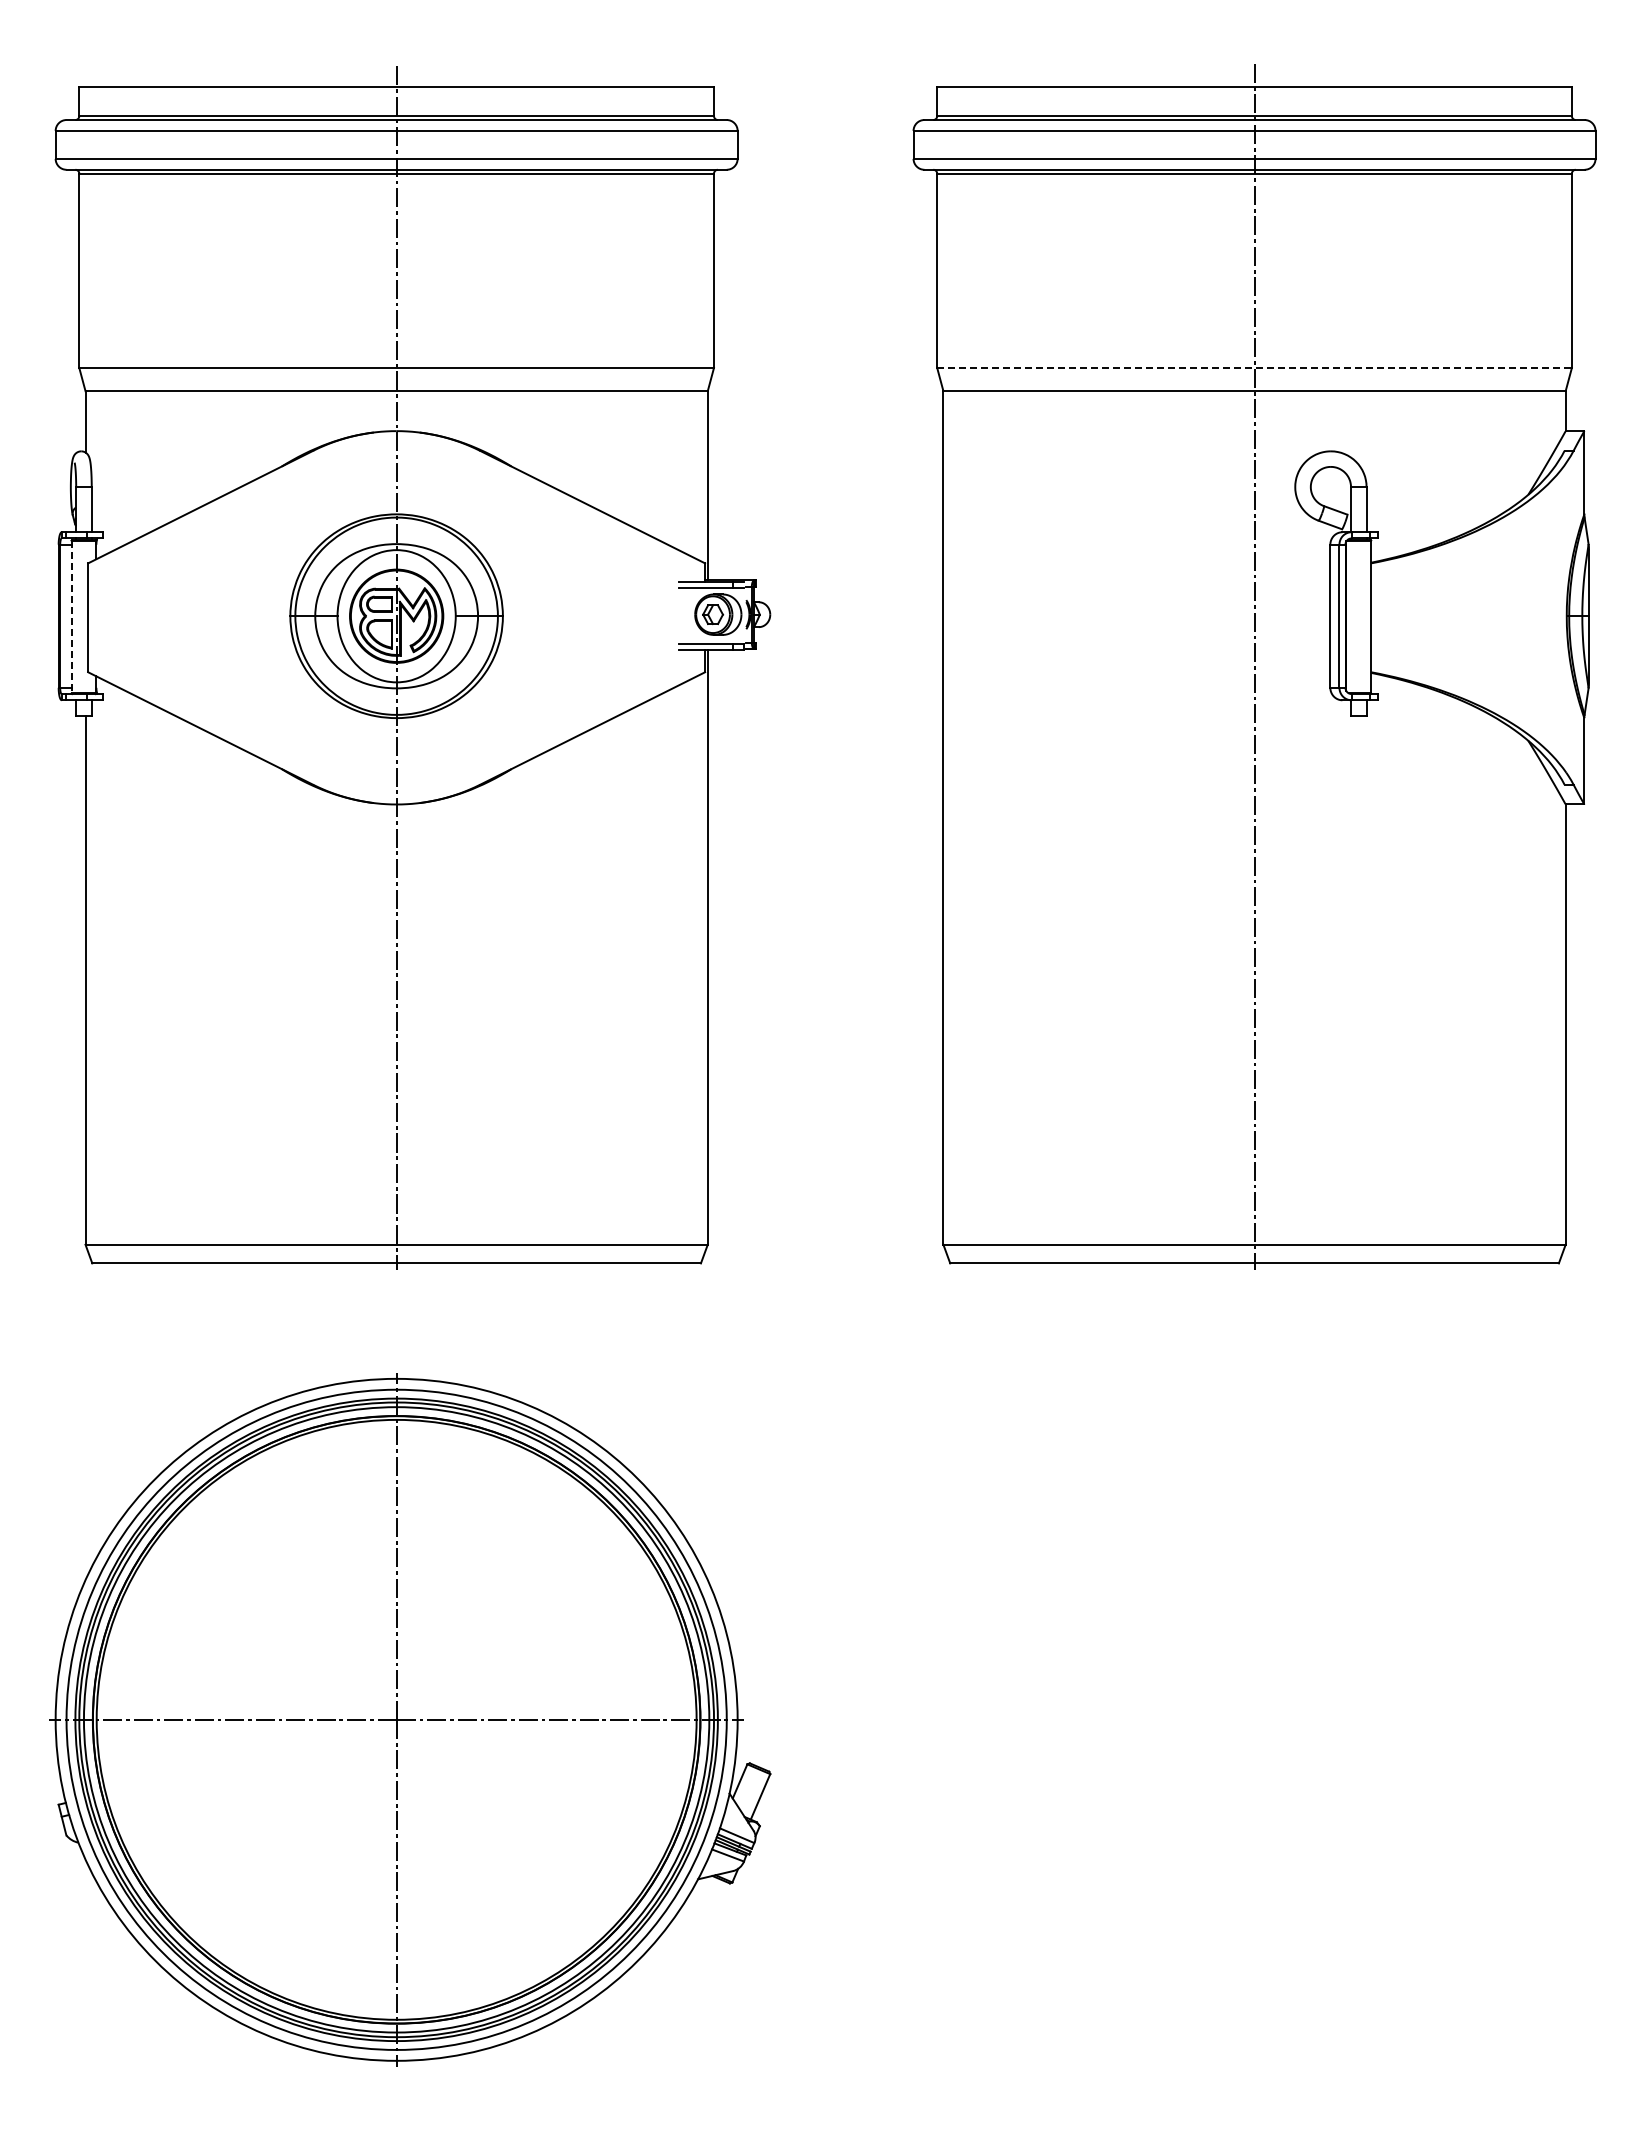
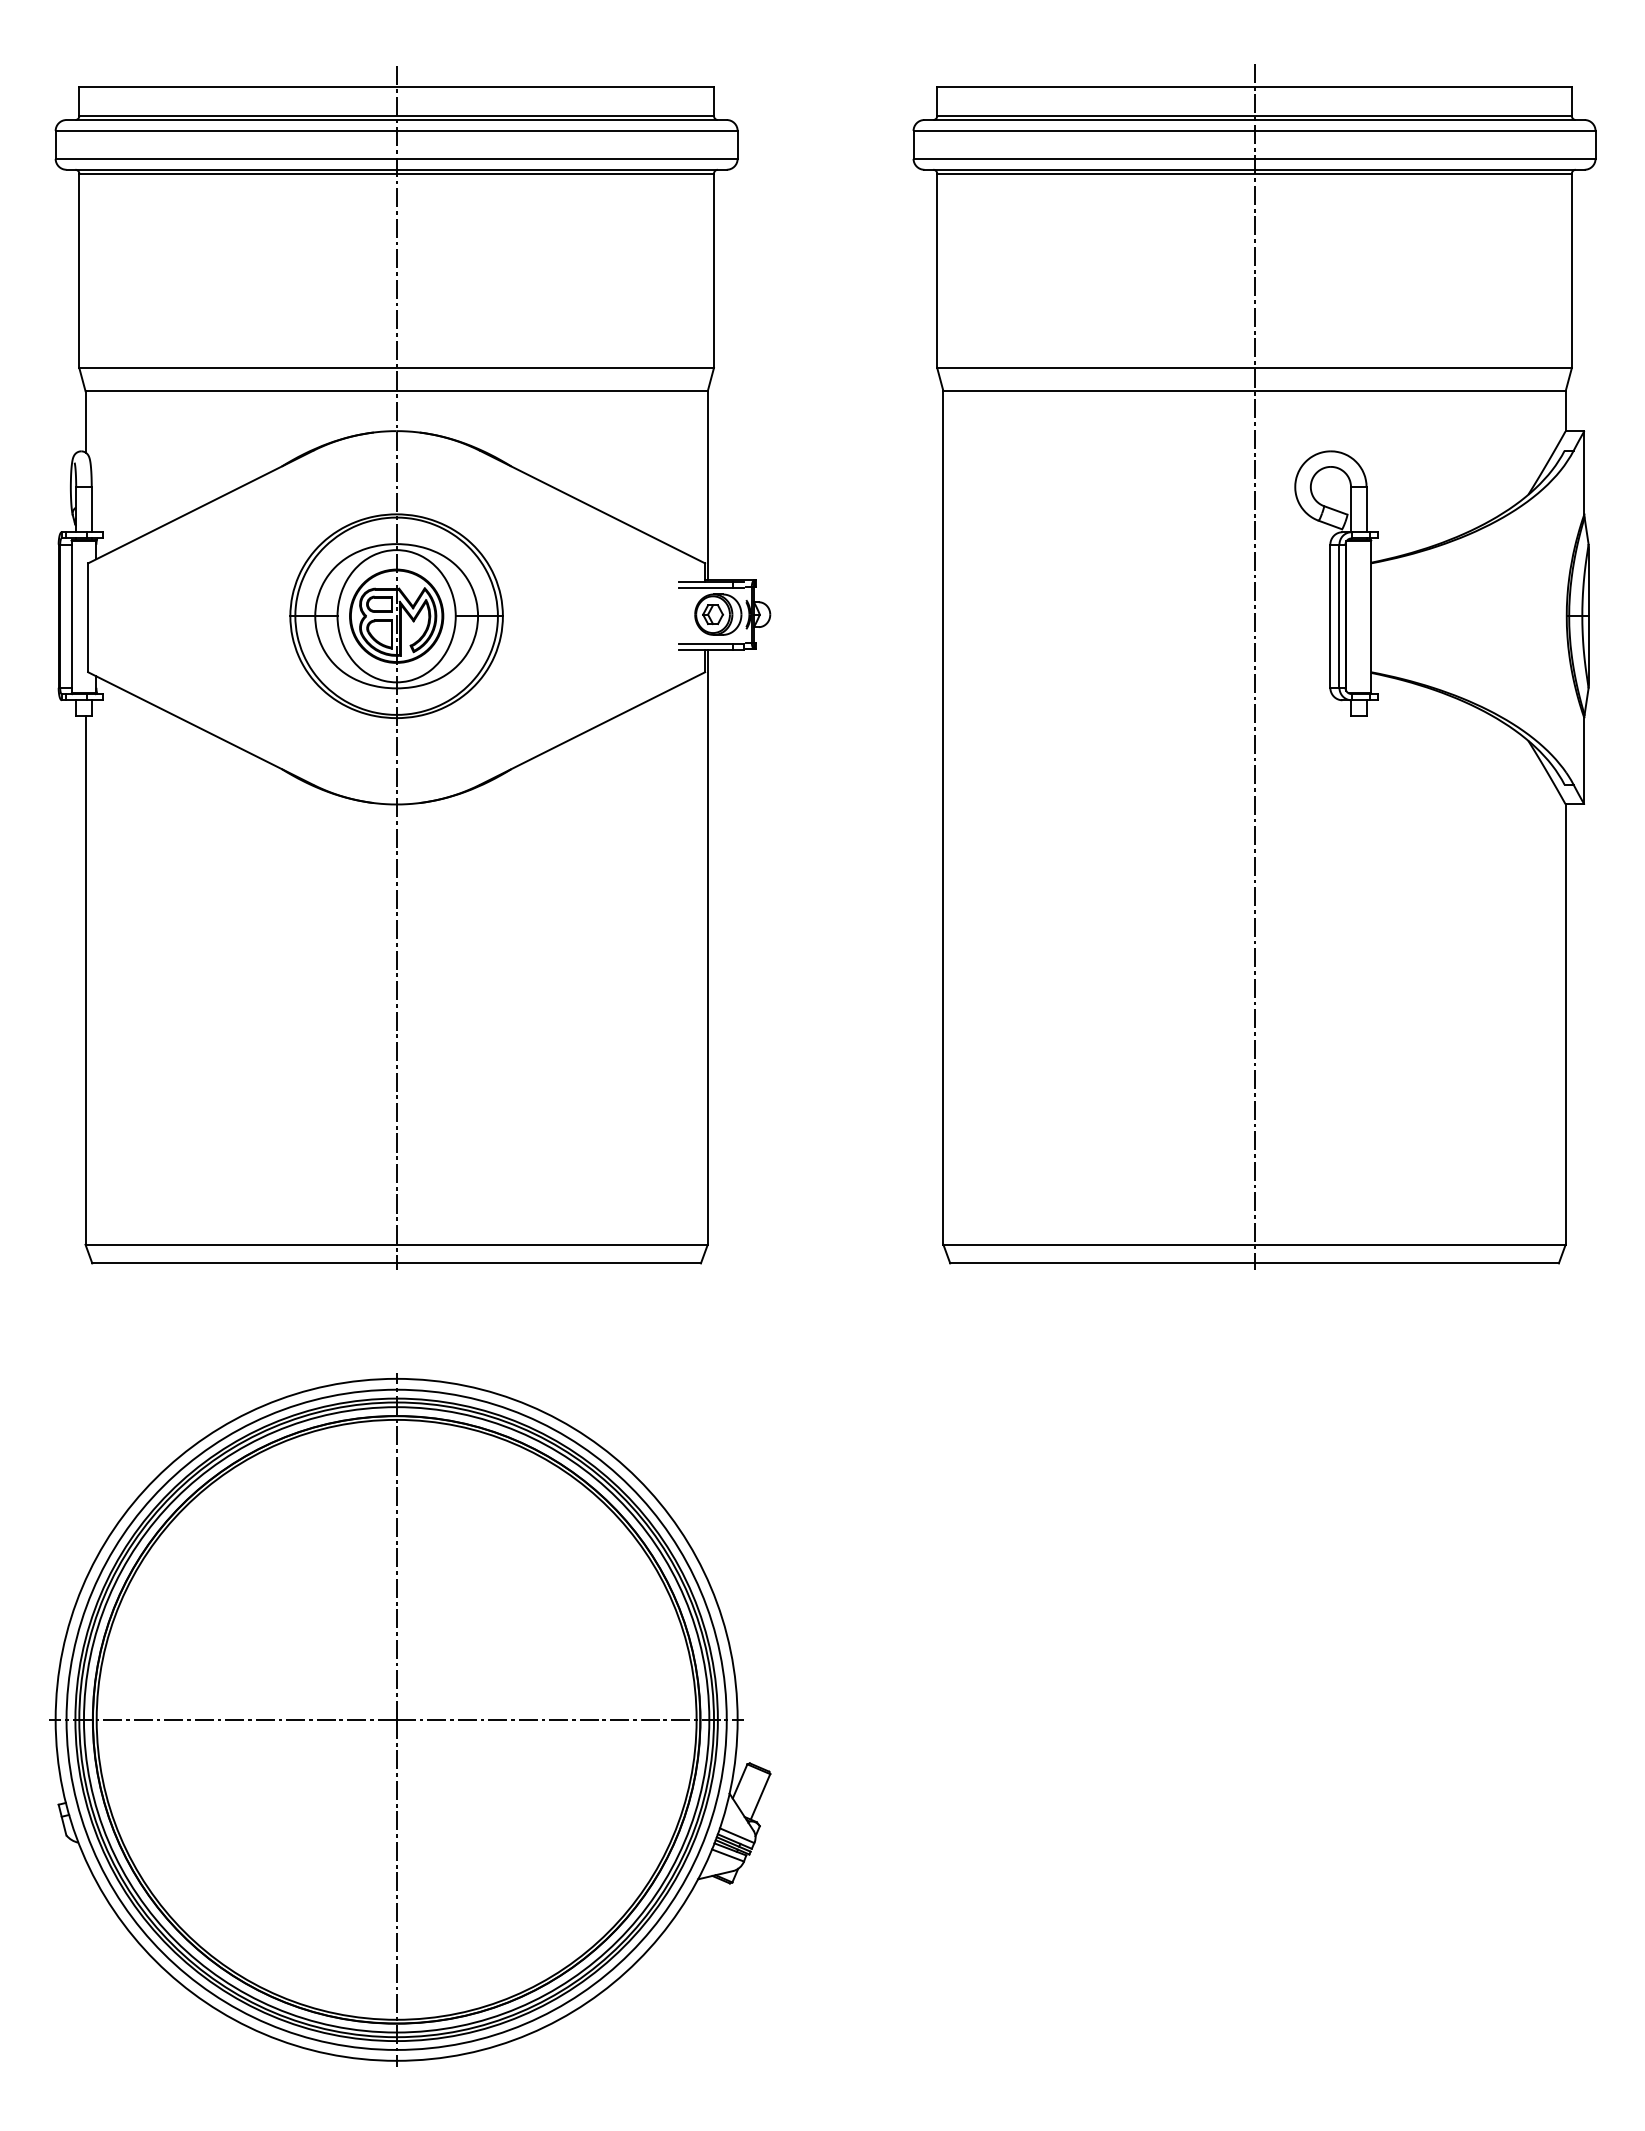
line at (1255, 367): dashed -> solid
line at (71, 617): dashed -> solid
